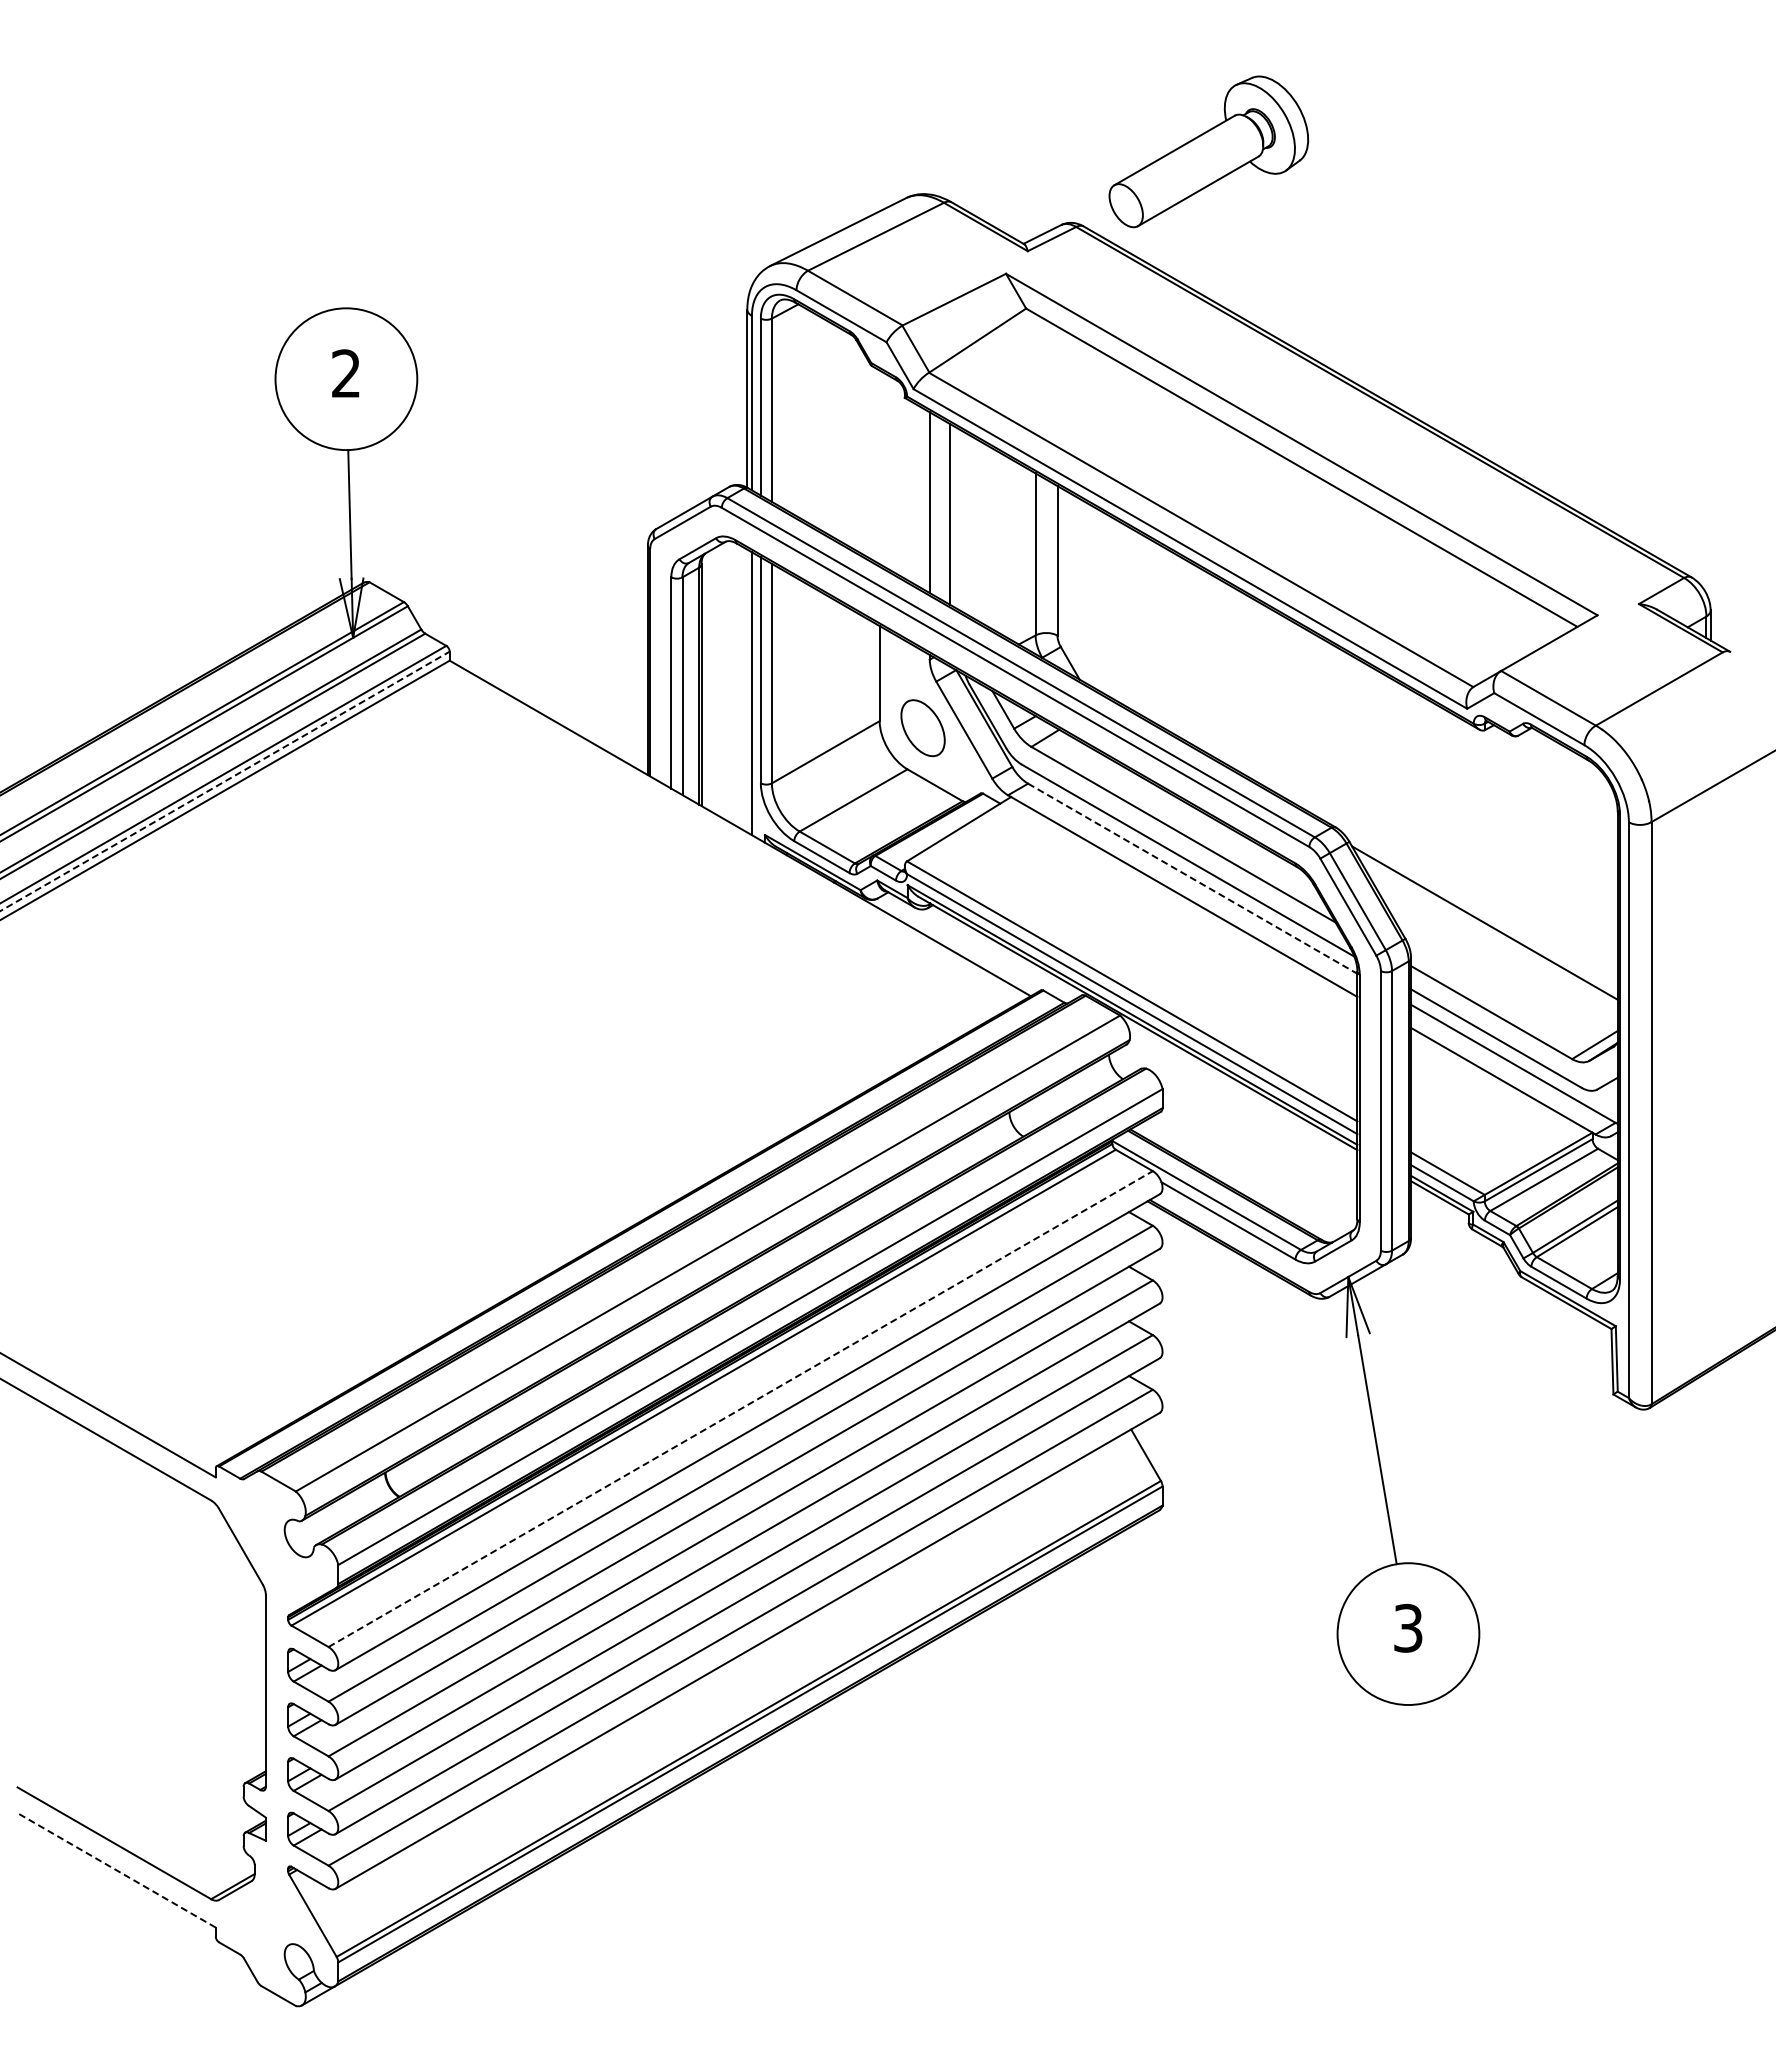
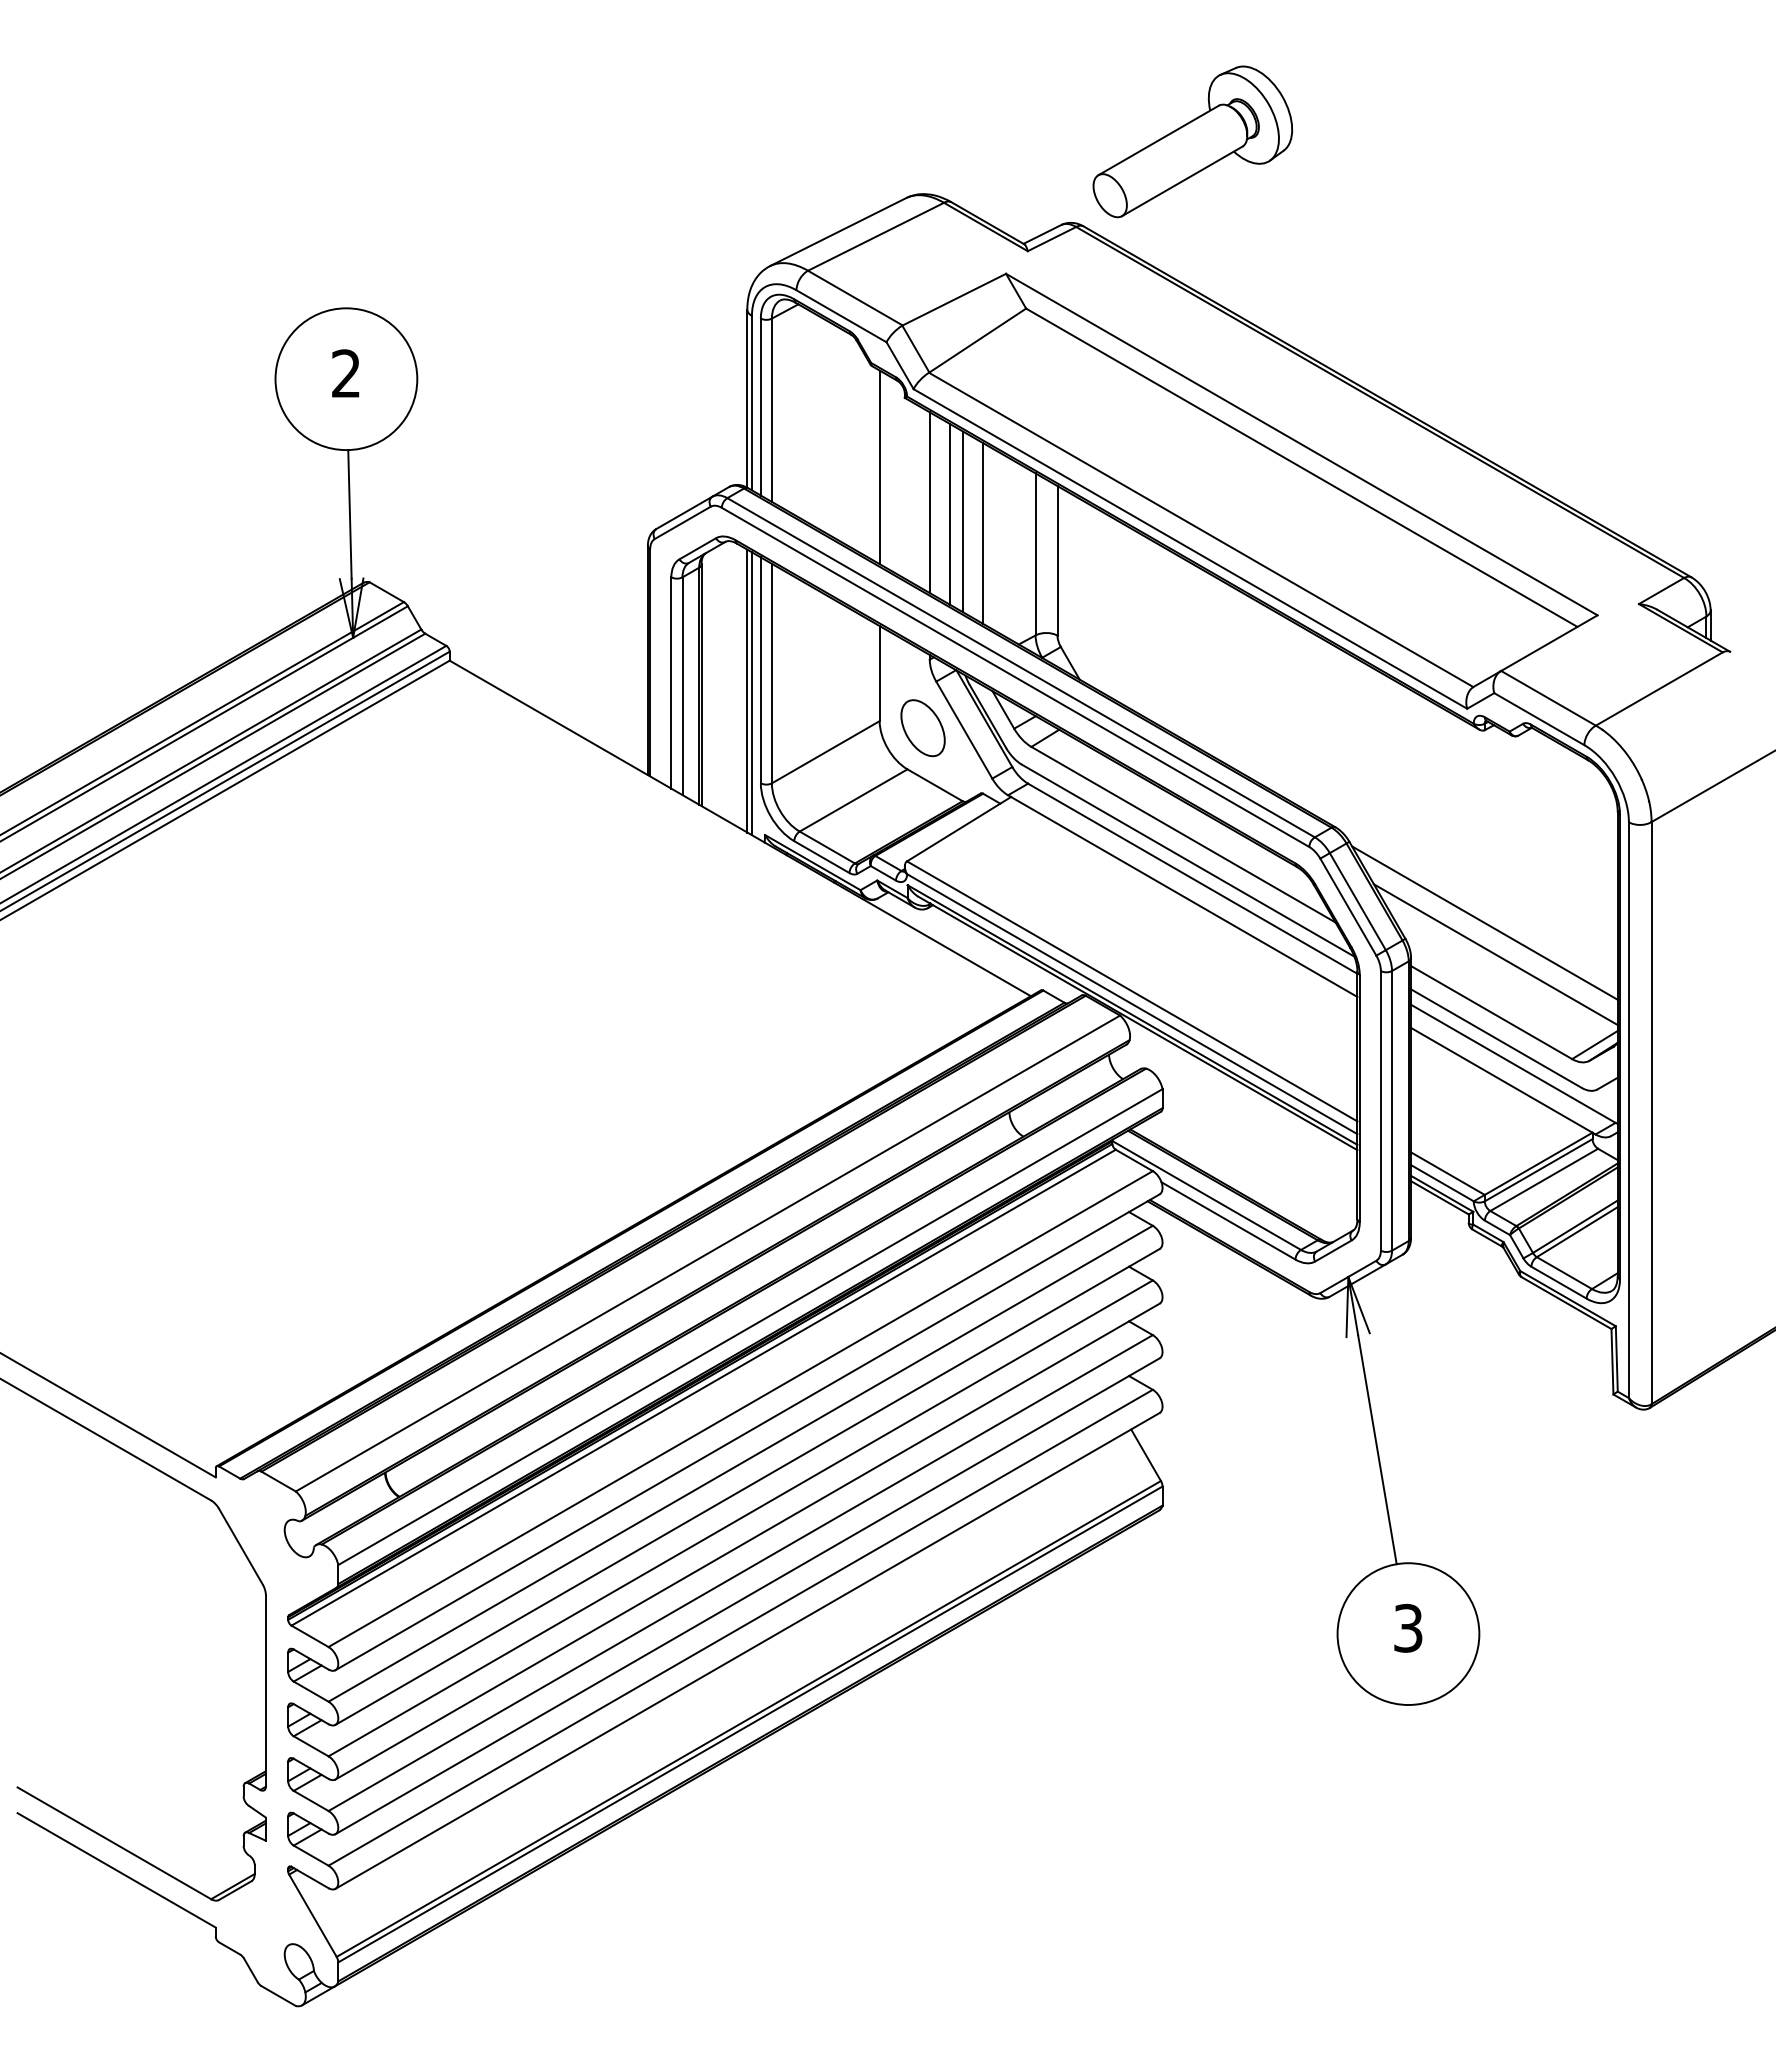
part at (1208, 151) position: (1208, 151) -> (1192, 141)
line at (879, 467): none -> present
line at (963, 521): none -> present
line at (983, 533): none -> present
line at (747, 690): none -> present
line at (225, 781): dashed -> solid
line at (1193, 879): dashed -> solid
line at (1495, 954): none -> present
line at (740, 1409): dashed -> solid
line at (116, 1870): dashed -> solid
